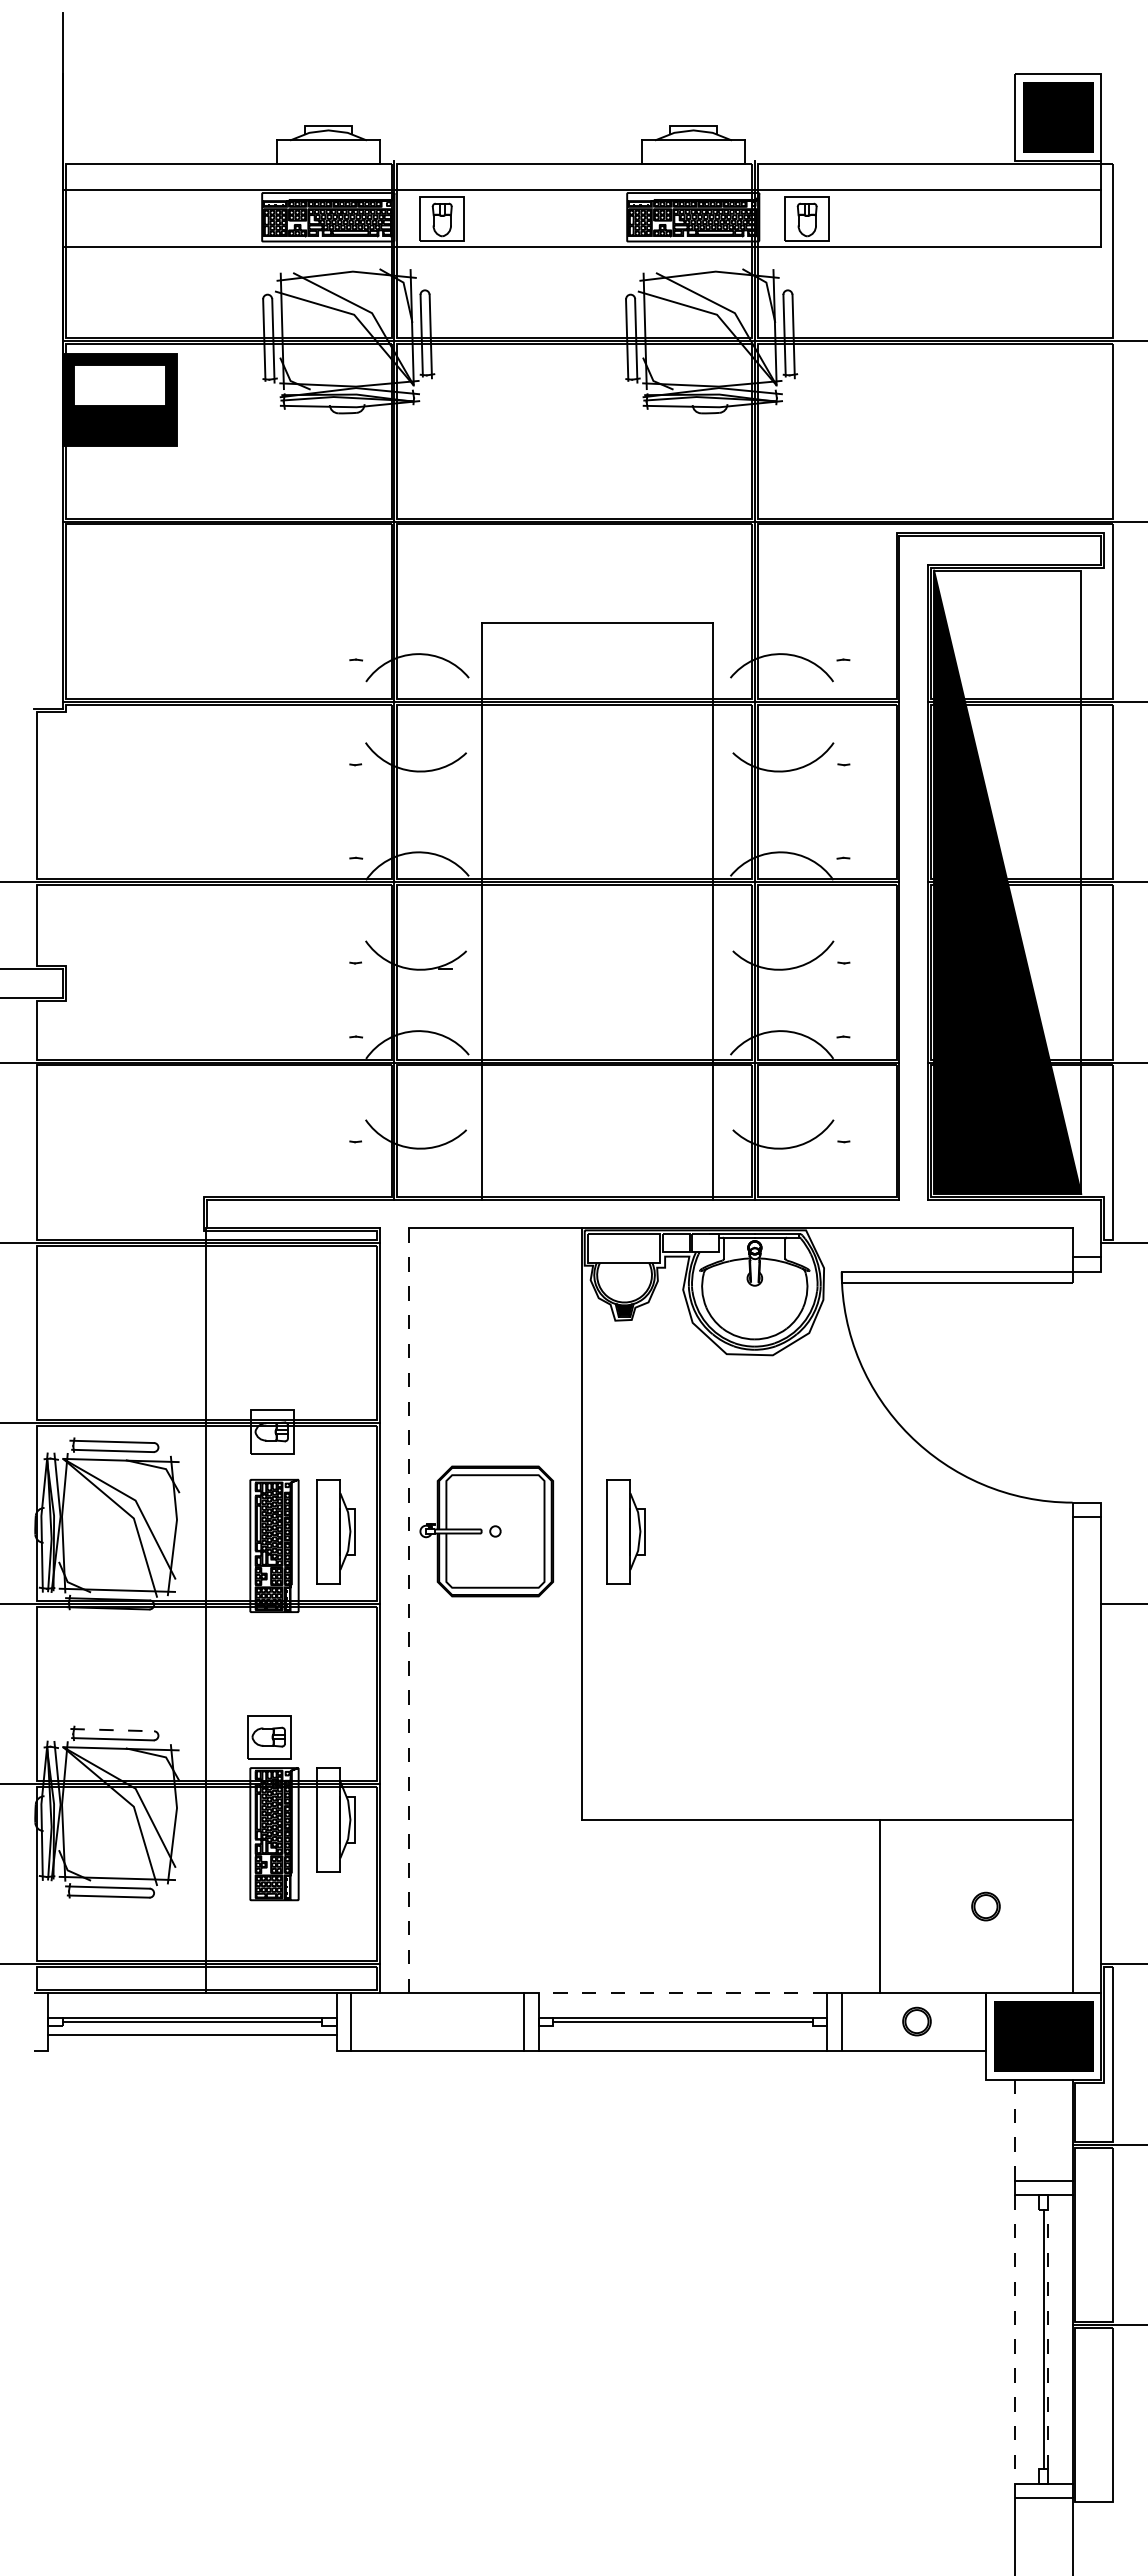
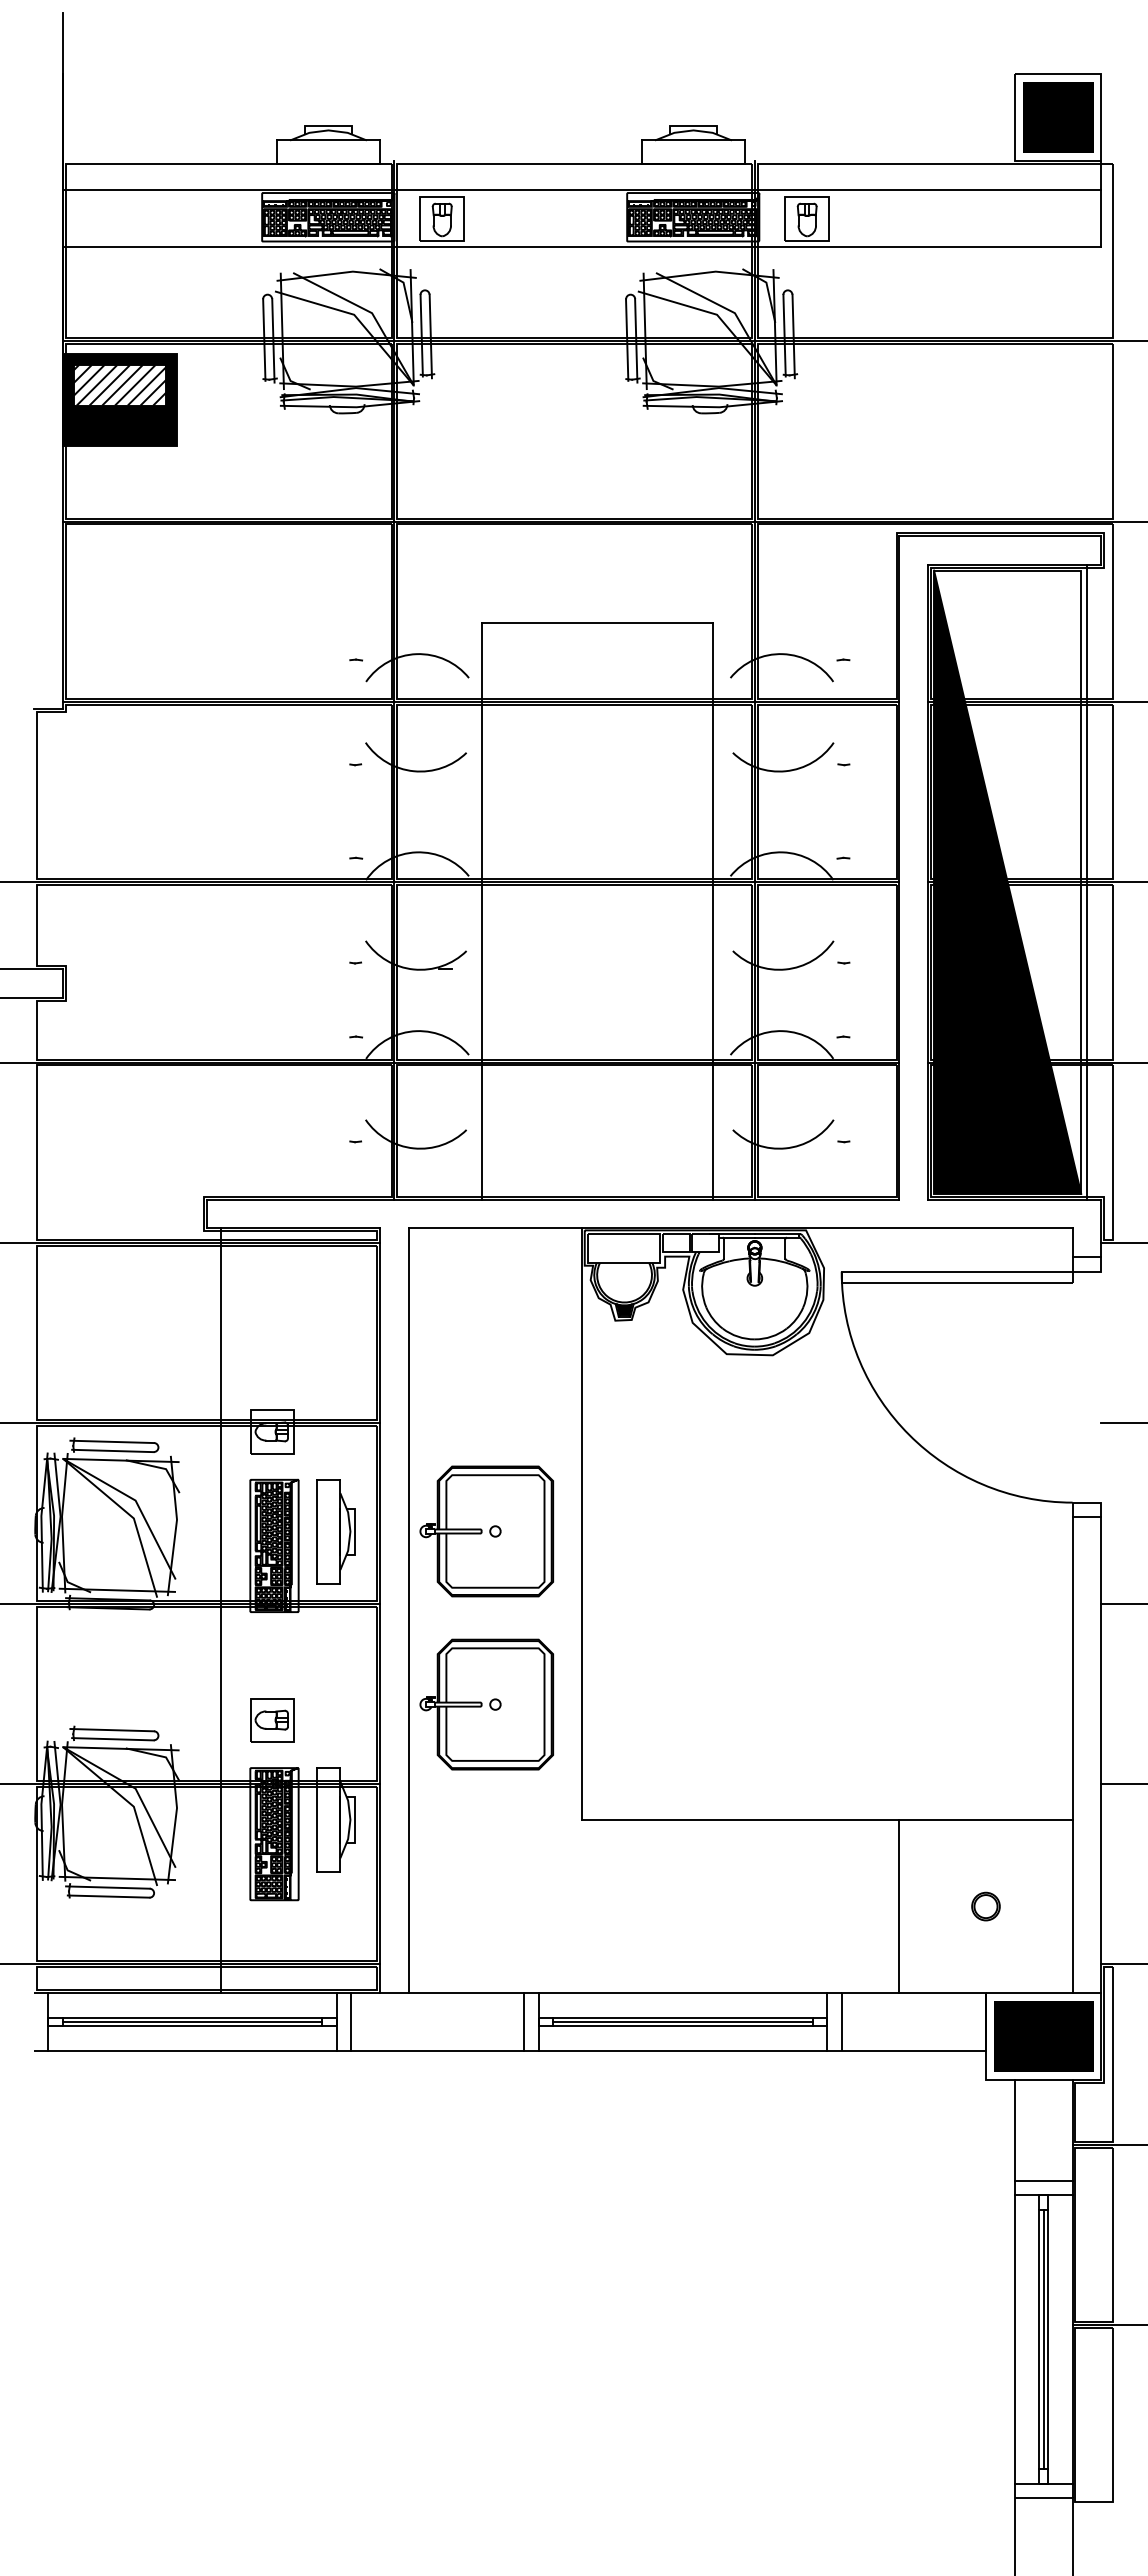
hatch at (119, 385): none -> present
line at (1086, 881): none -> present
line at (1122, 1423): none -> present
part at (625, 1531): present -> none
line at (206, 1610) position: (206, 1610) -> (221, 1610)
line at (408, 1610): dashed -> solid
part at (486, 1704): none -> present
line at (112, 1730): dashed -> solid
part at (269, 1737) position: (269, 1737) -> (272, 1720)
line at (1122, 1783): none -> present
line at (880, 1906) position: (880, 1906) -> (899, 1906)
line at (682, 1993): dashed -> solid
part at (916, 2021): present -> none
line at (192, 2026): none -> present
line at (682, 2026): none -> present
line at (192, 2034) position: (192, 2034) -> (192, 2050)
line at (1014, 2129): dashed -> solid
line at (1014, 2339): dashed -> solid
line at (1039, 2339): none -> present
line at (1048, 2339): dashed -> solid
